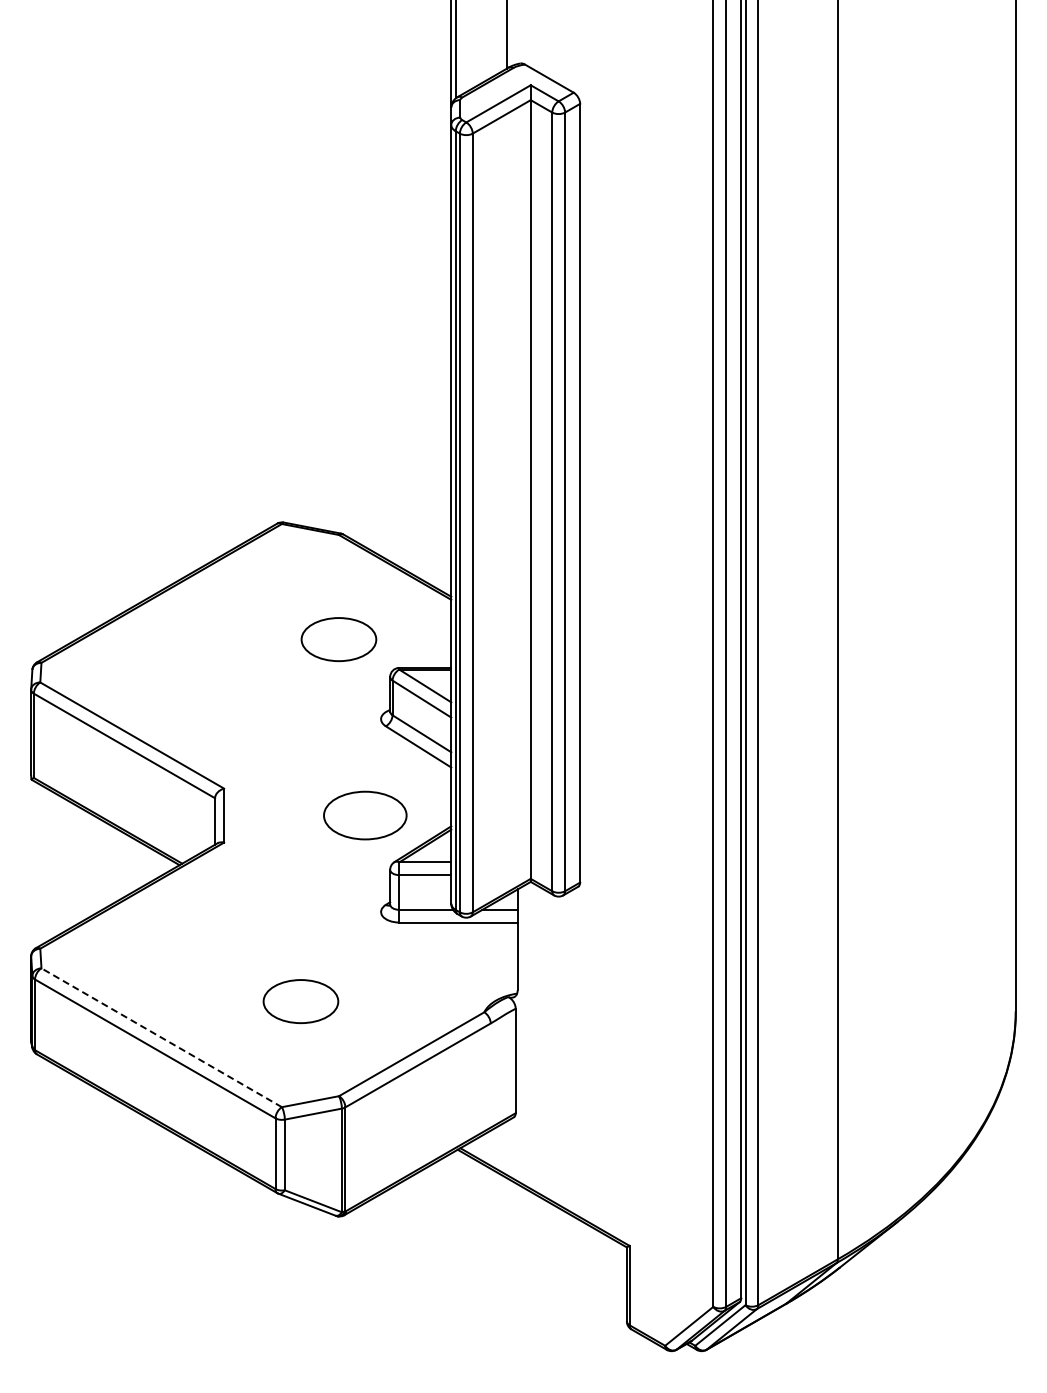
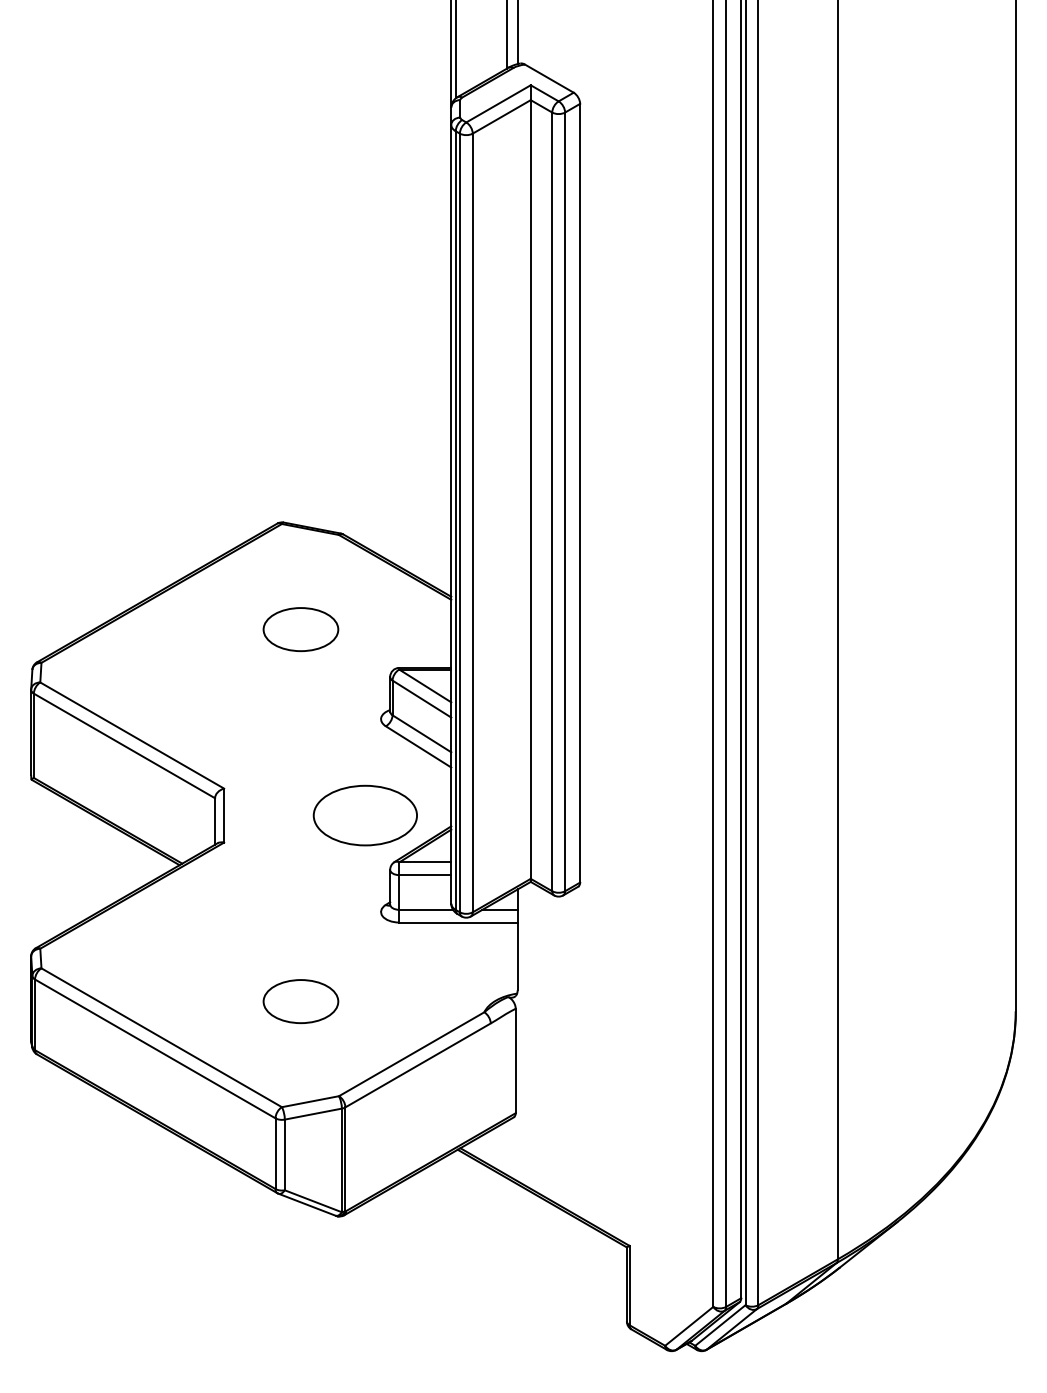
line at (517, 33): none -> present
part at (338, 639) position: (338, 639) -> (300, 629)
part at (365, 815) size: 85x51 px -> 106x63 px
line at (161, 1037): dashed -> solid
